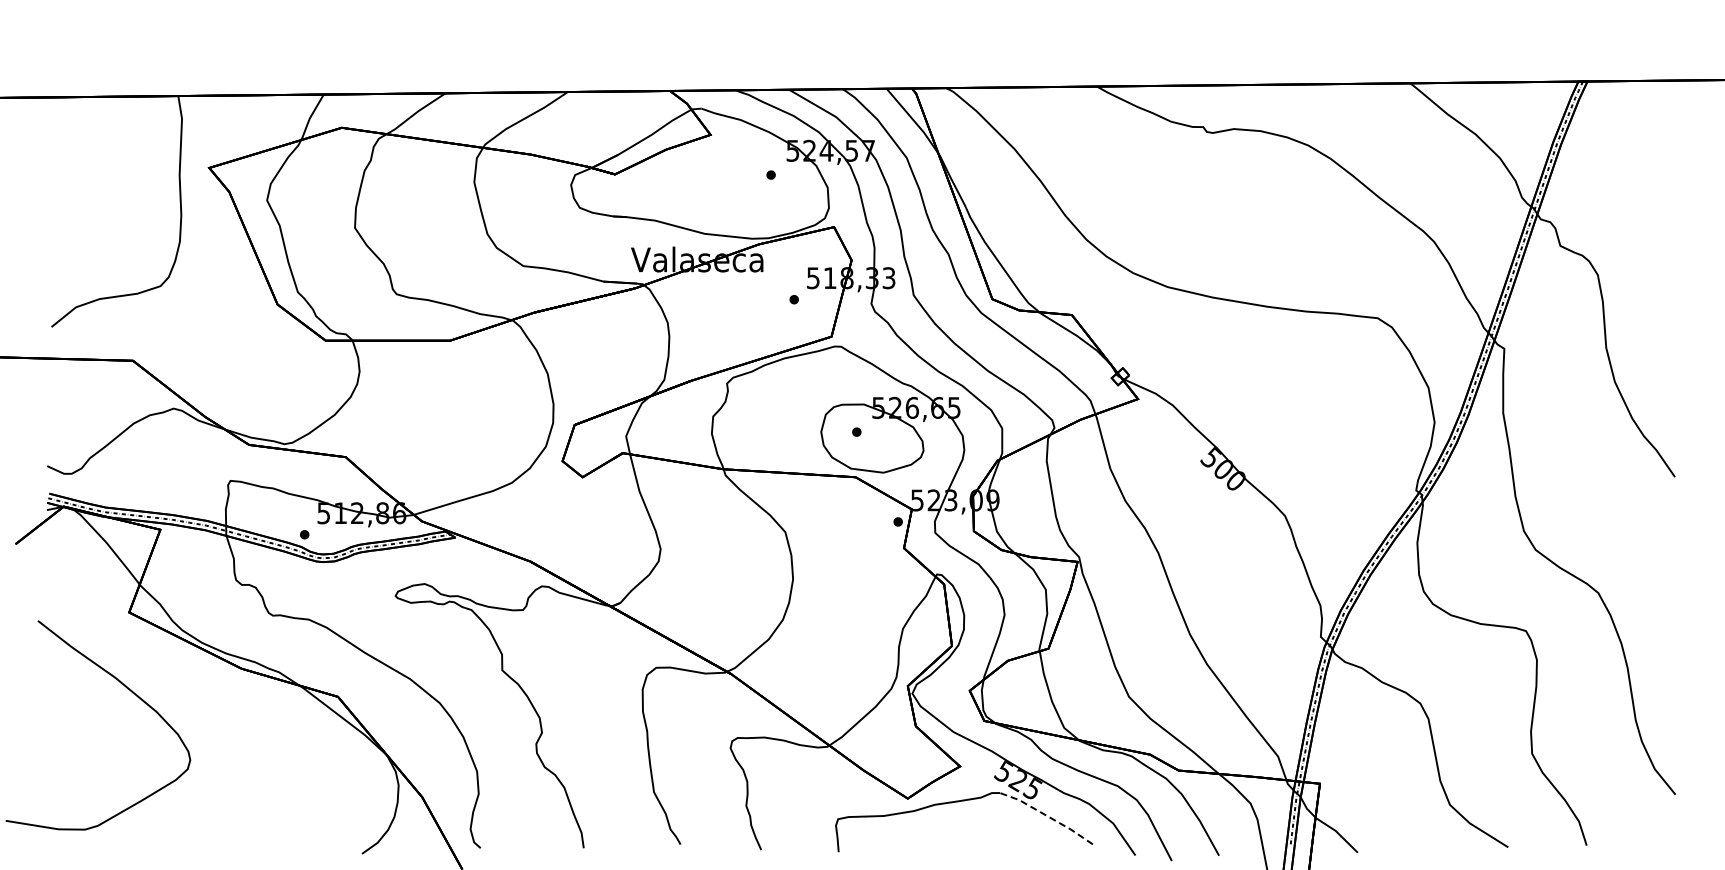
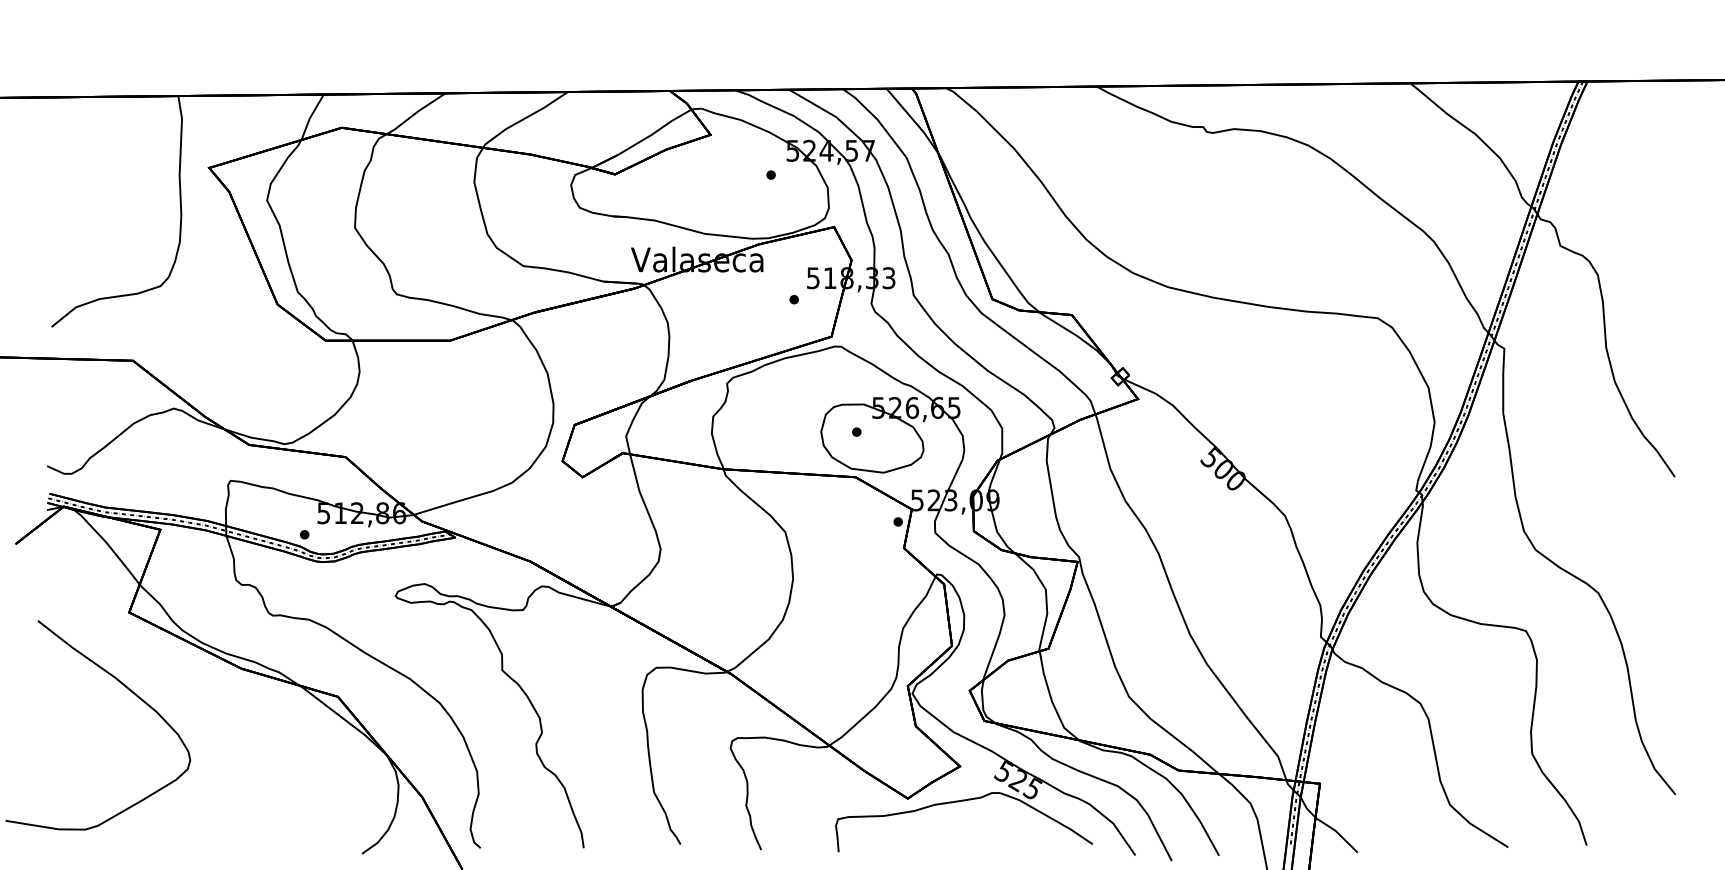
line at (1047, 816): dashed -> solid
